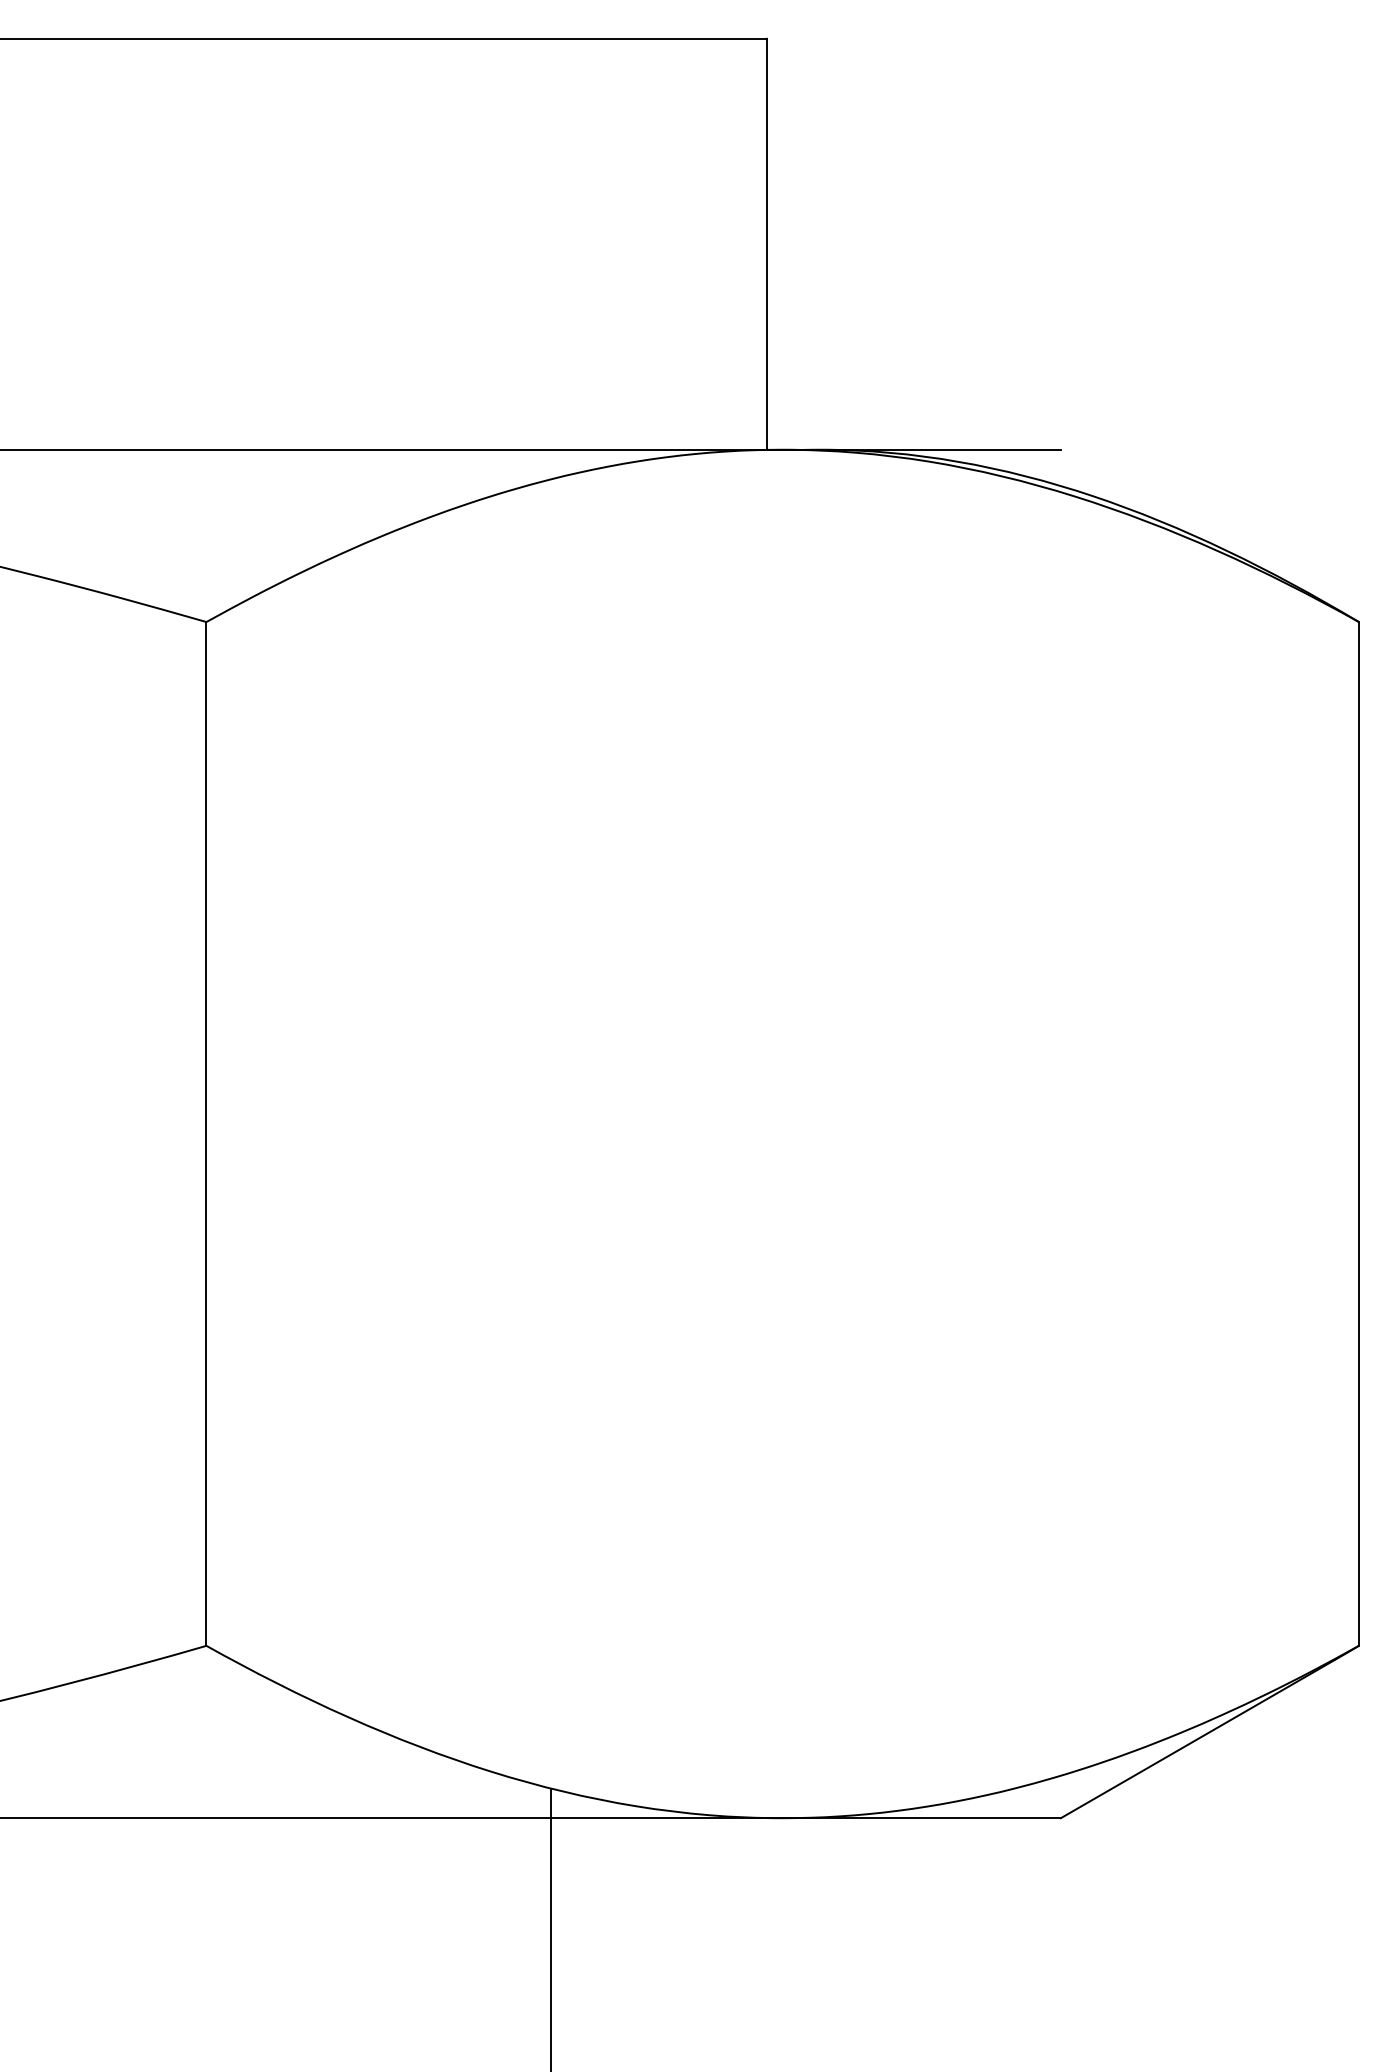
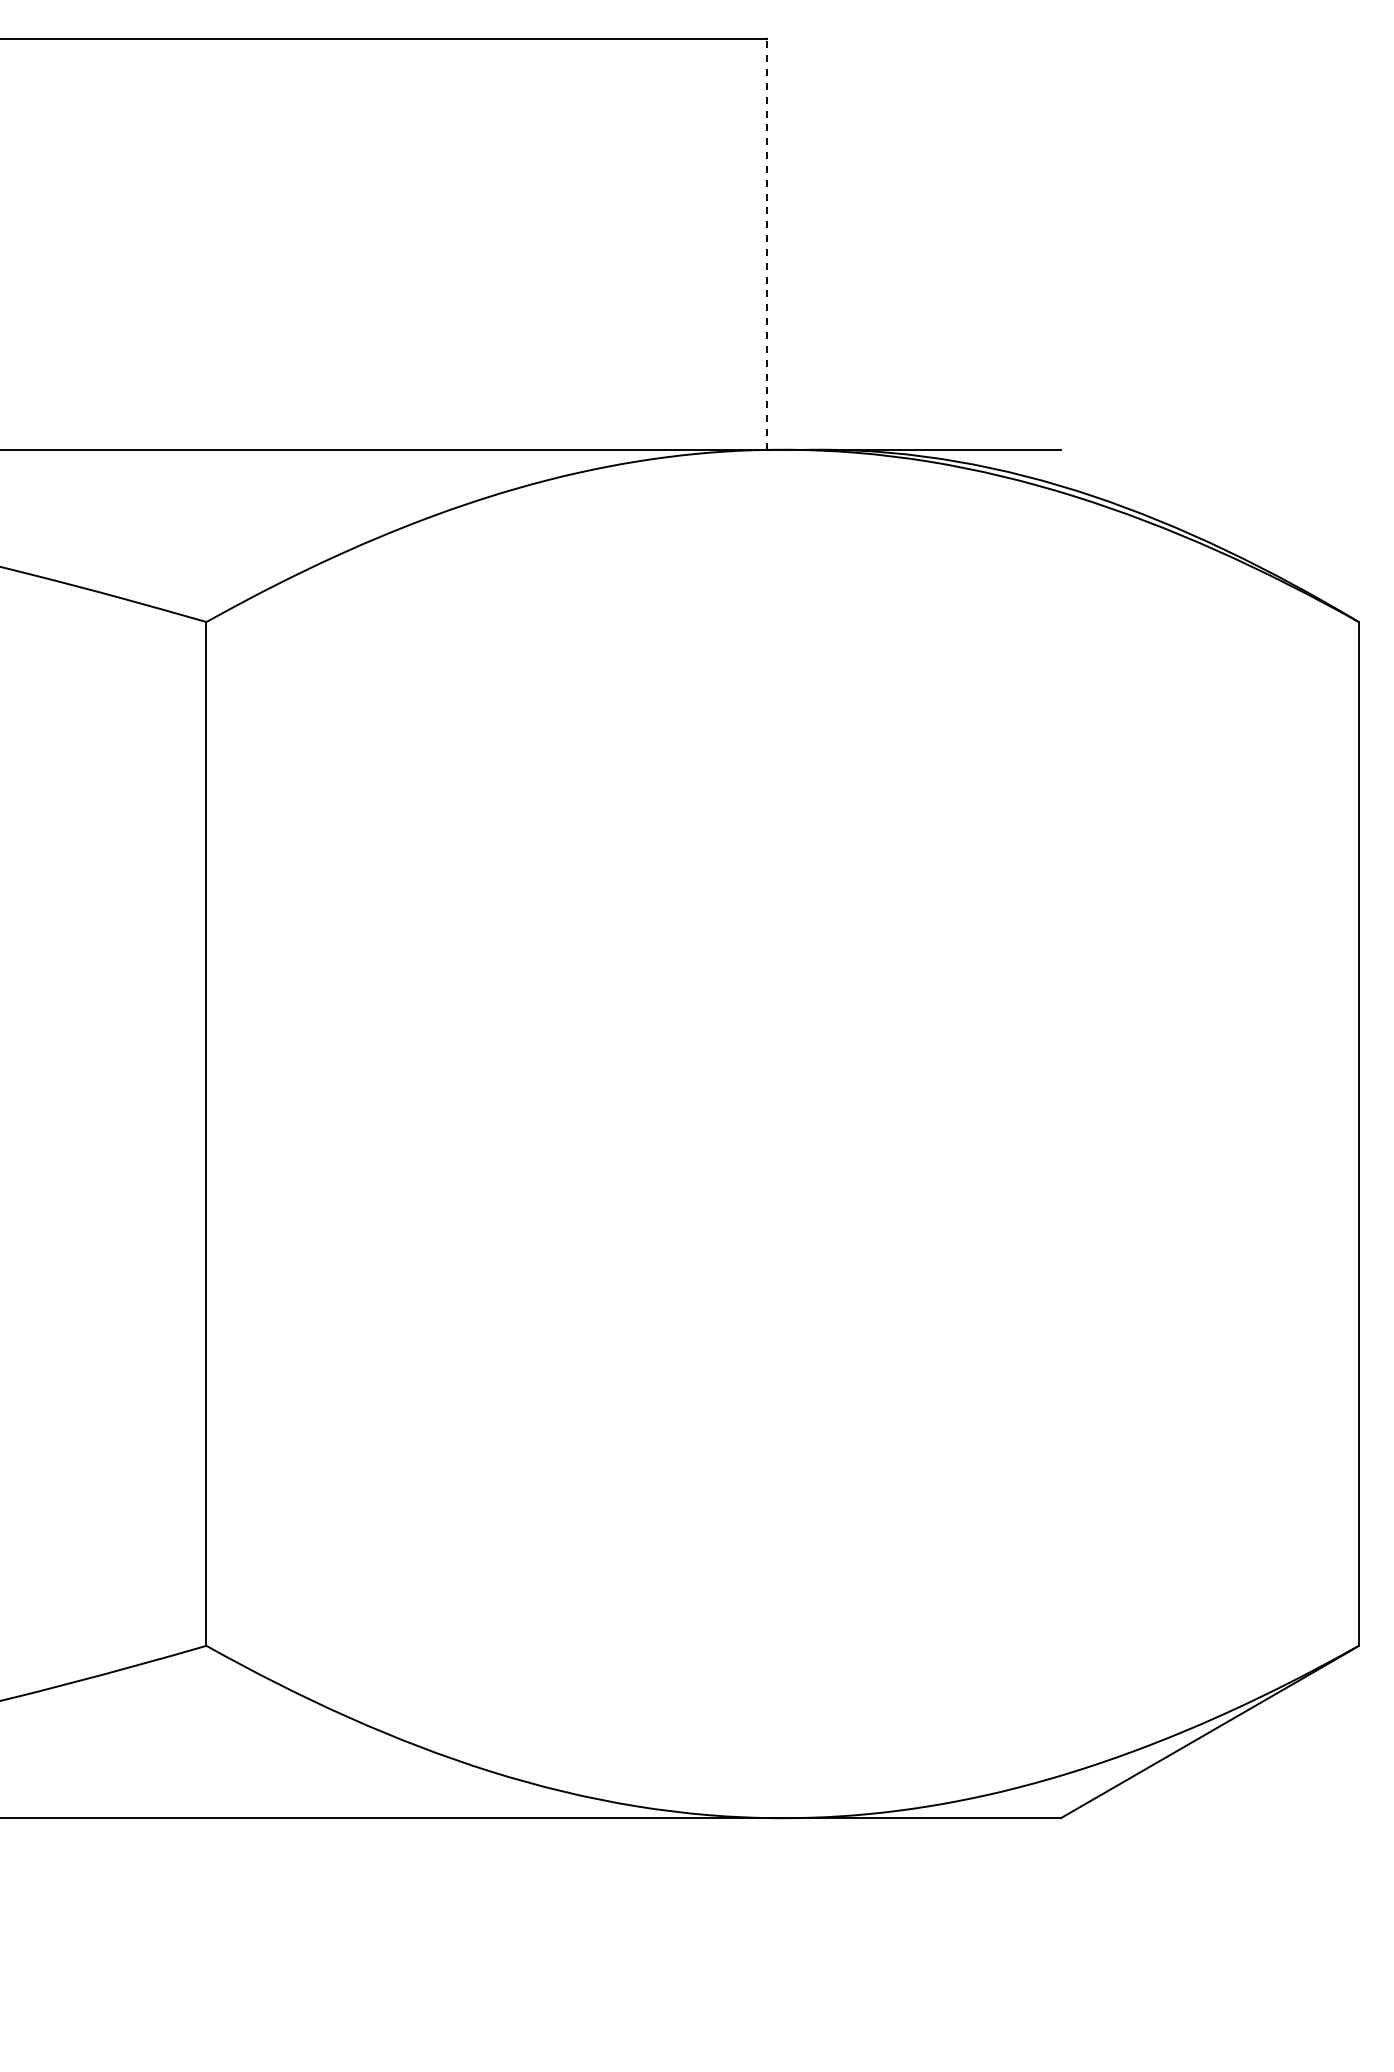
line at (766, 244): solid -> dashed
line at (551, 1928): present -> none
